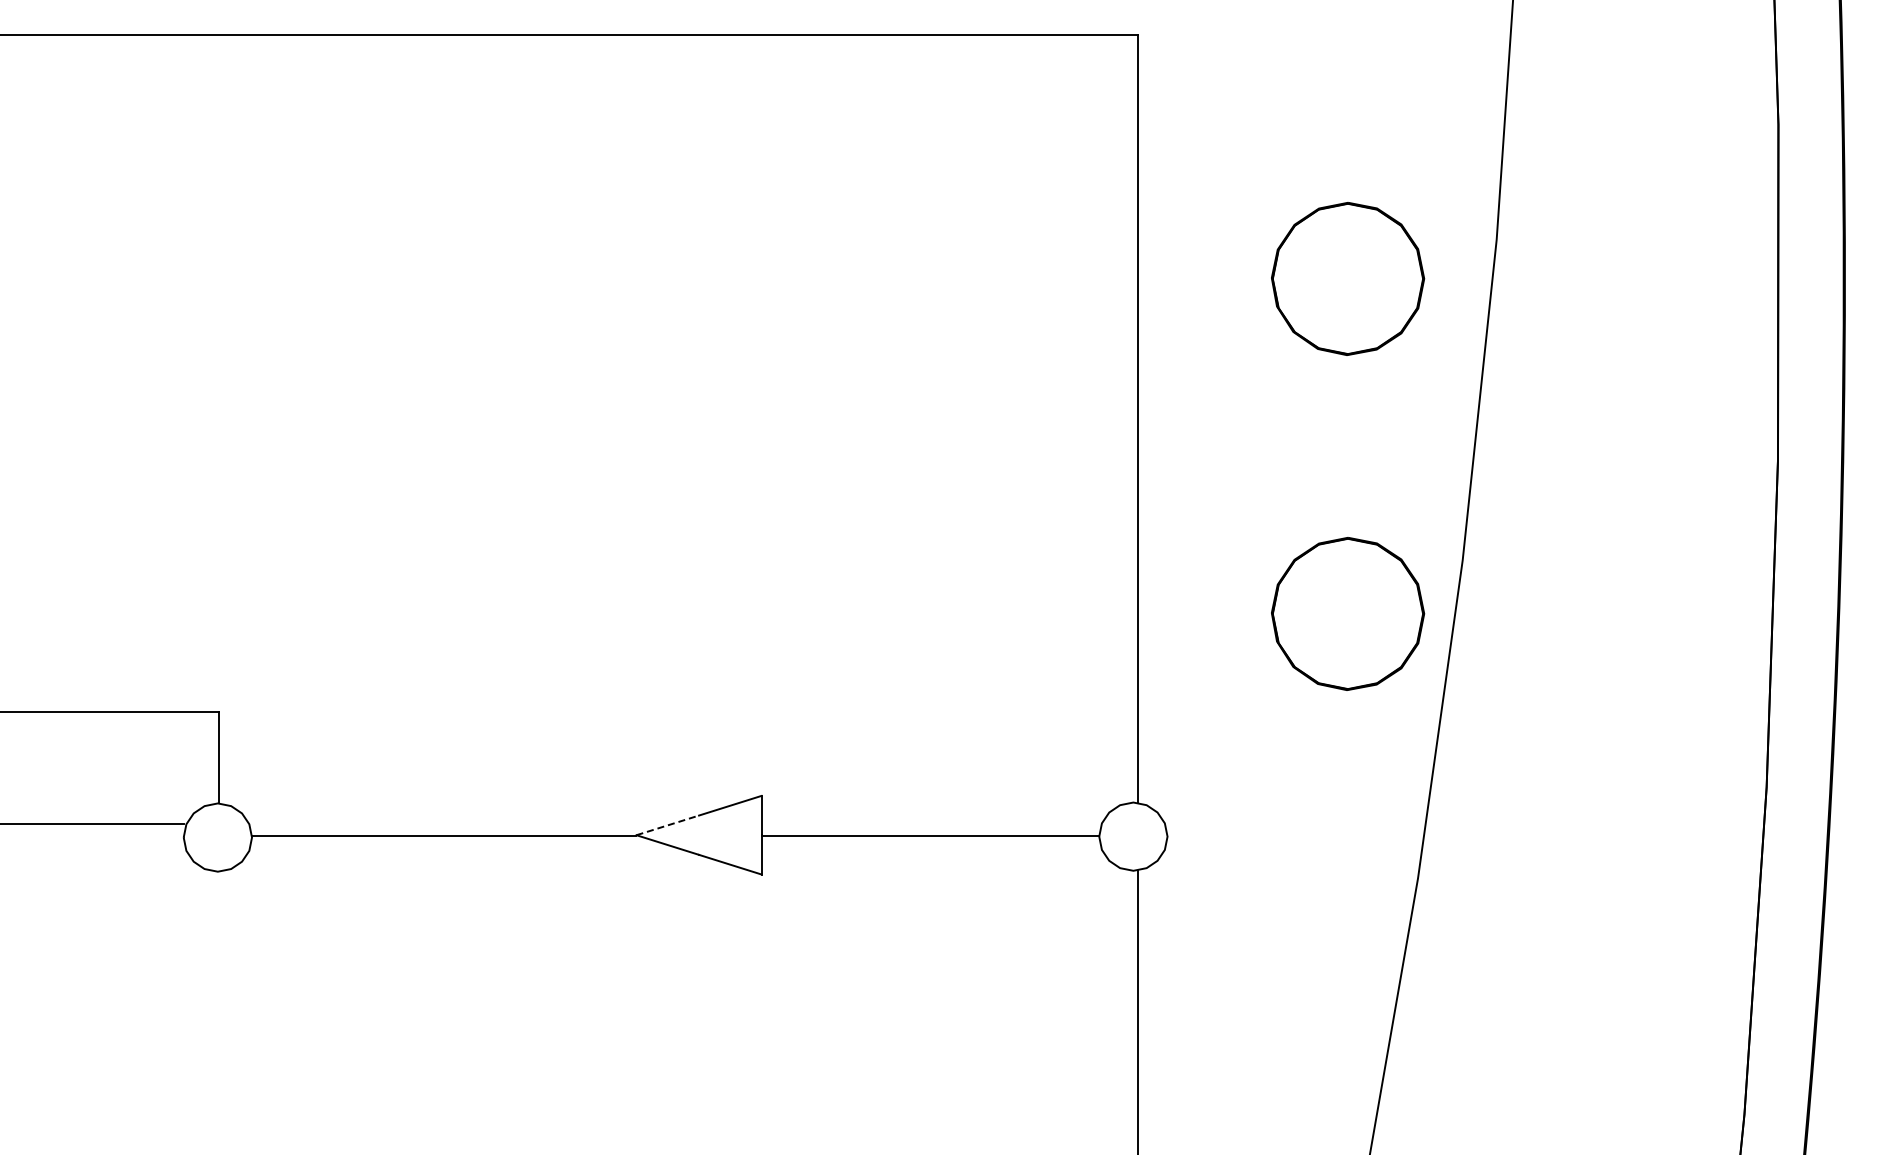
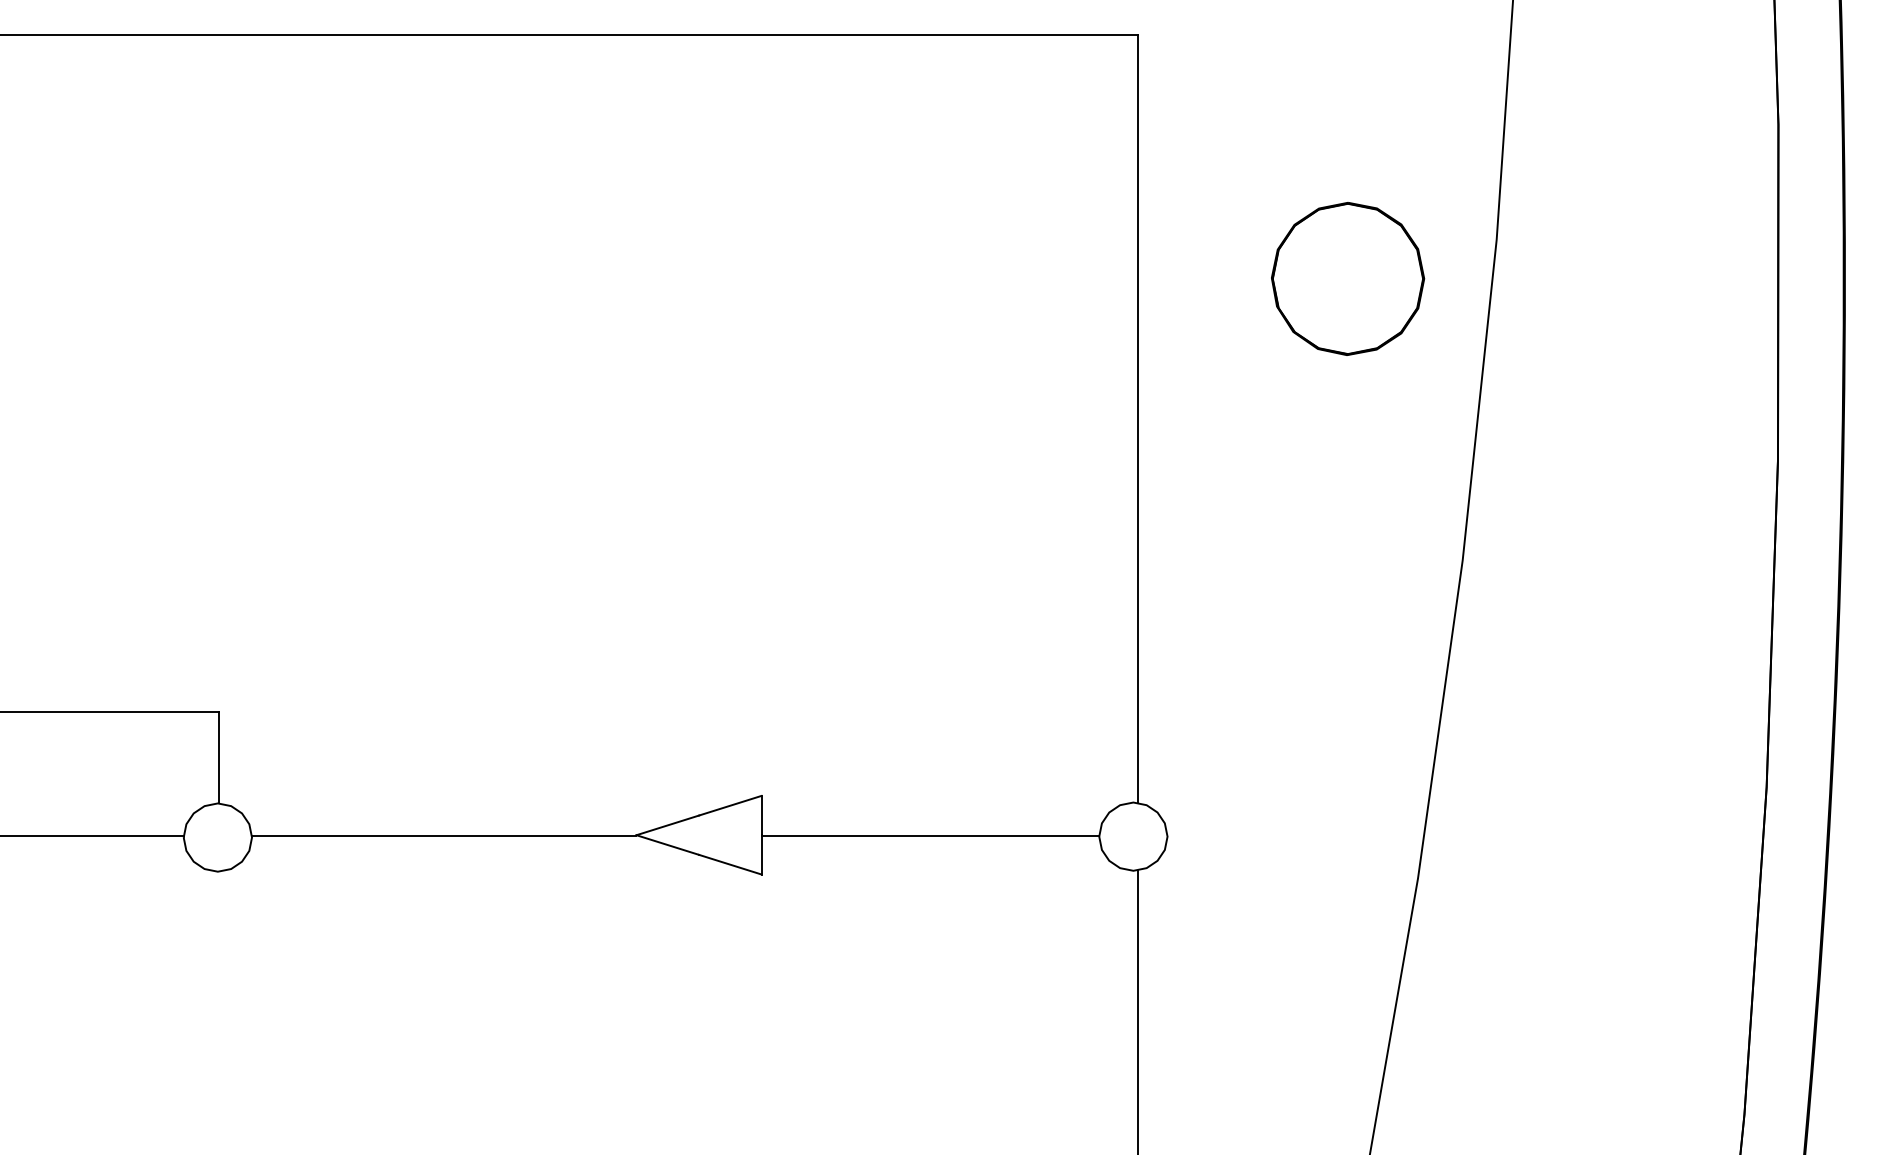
part at (1348, 613): present -> none
line at (92, 823) position: (92, 823) -> (92, 835)
line at (667, 825): dashed -> solid
